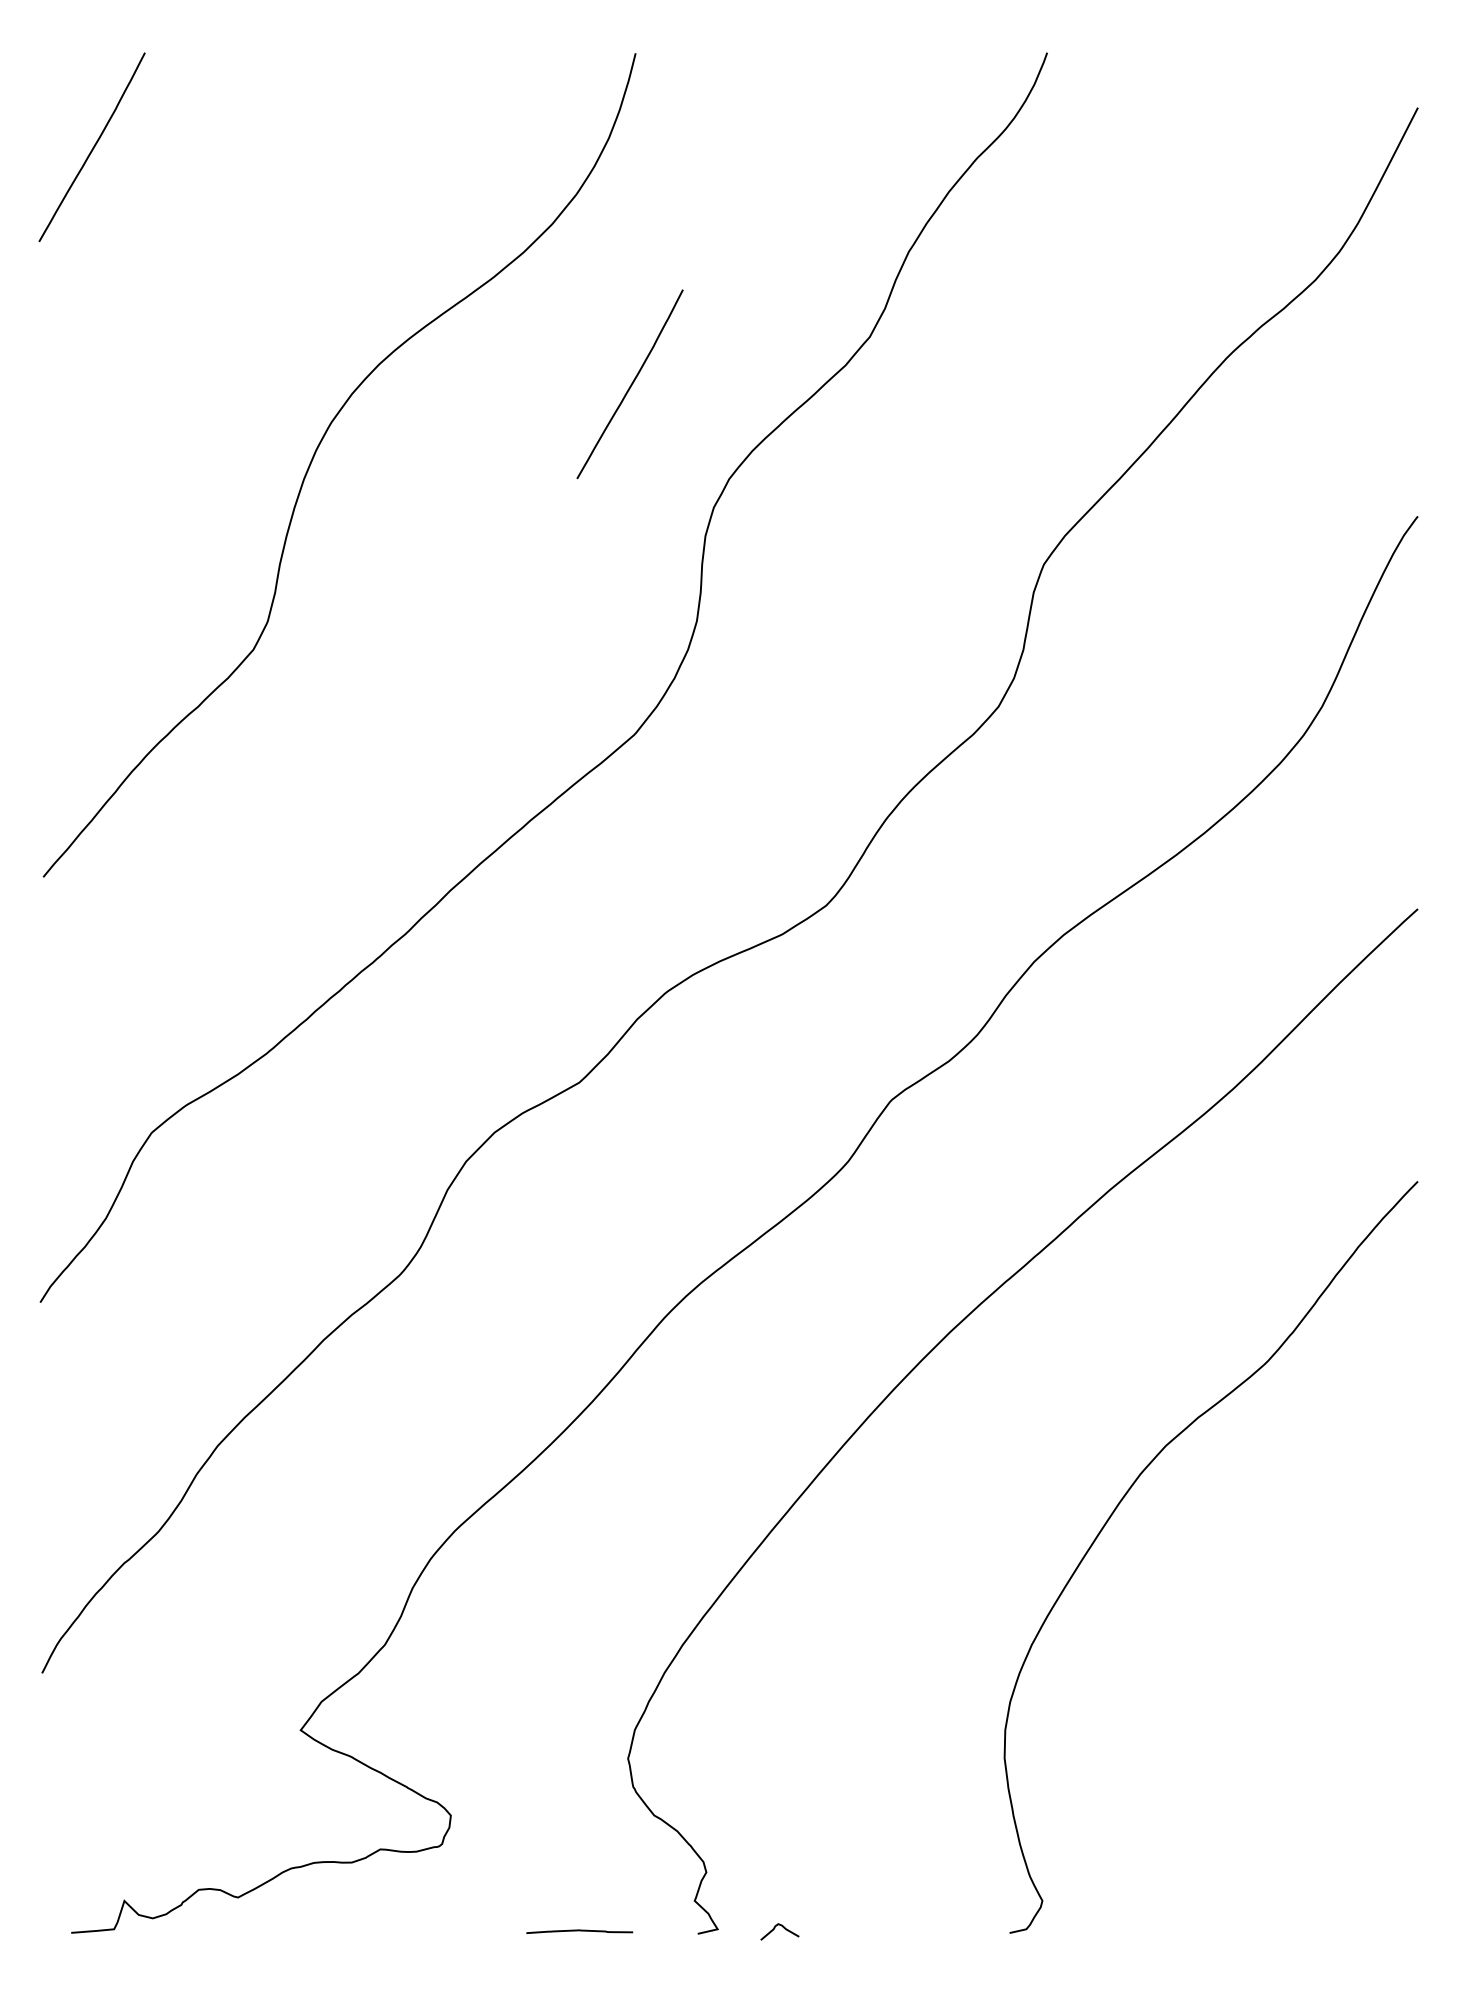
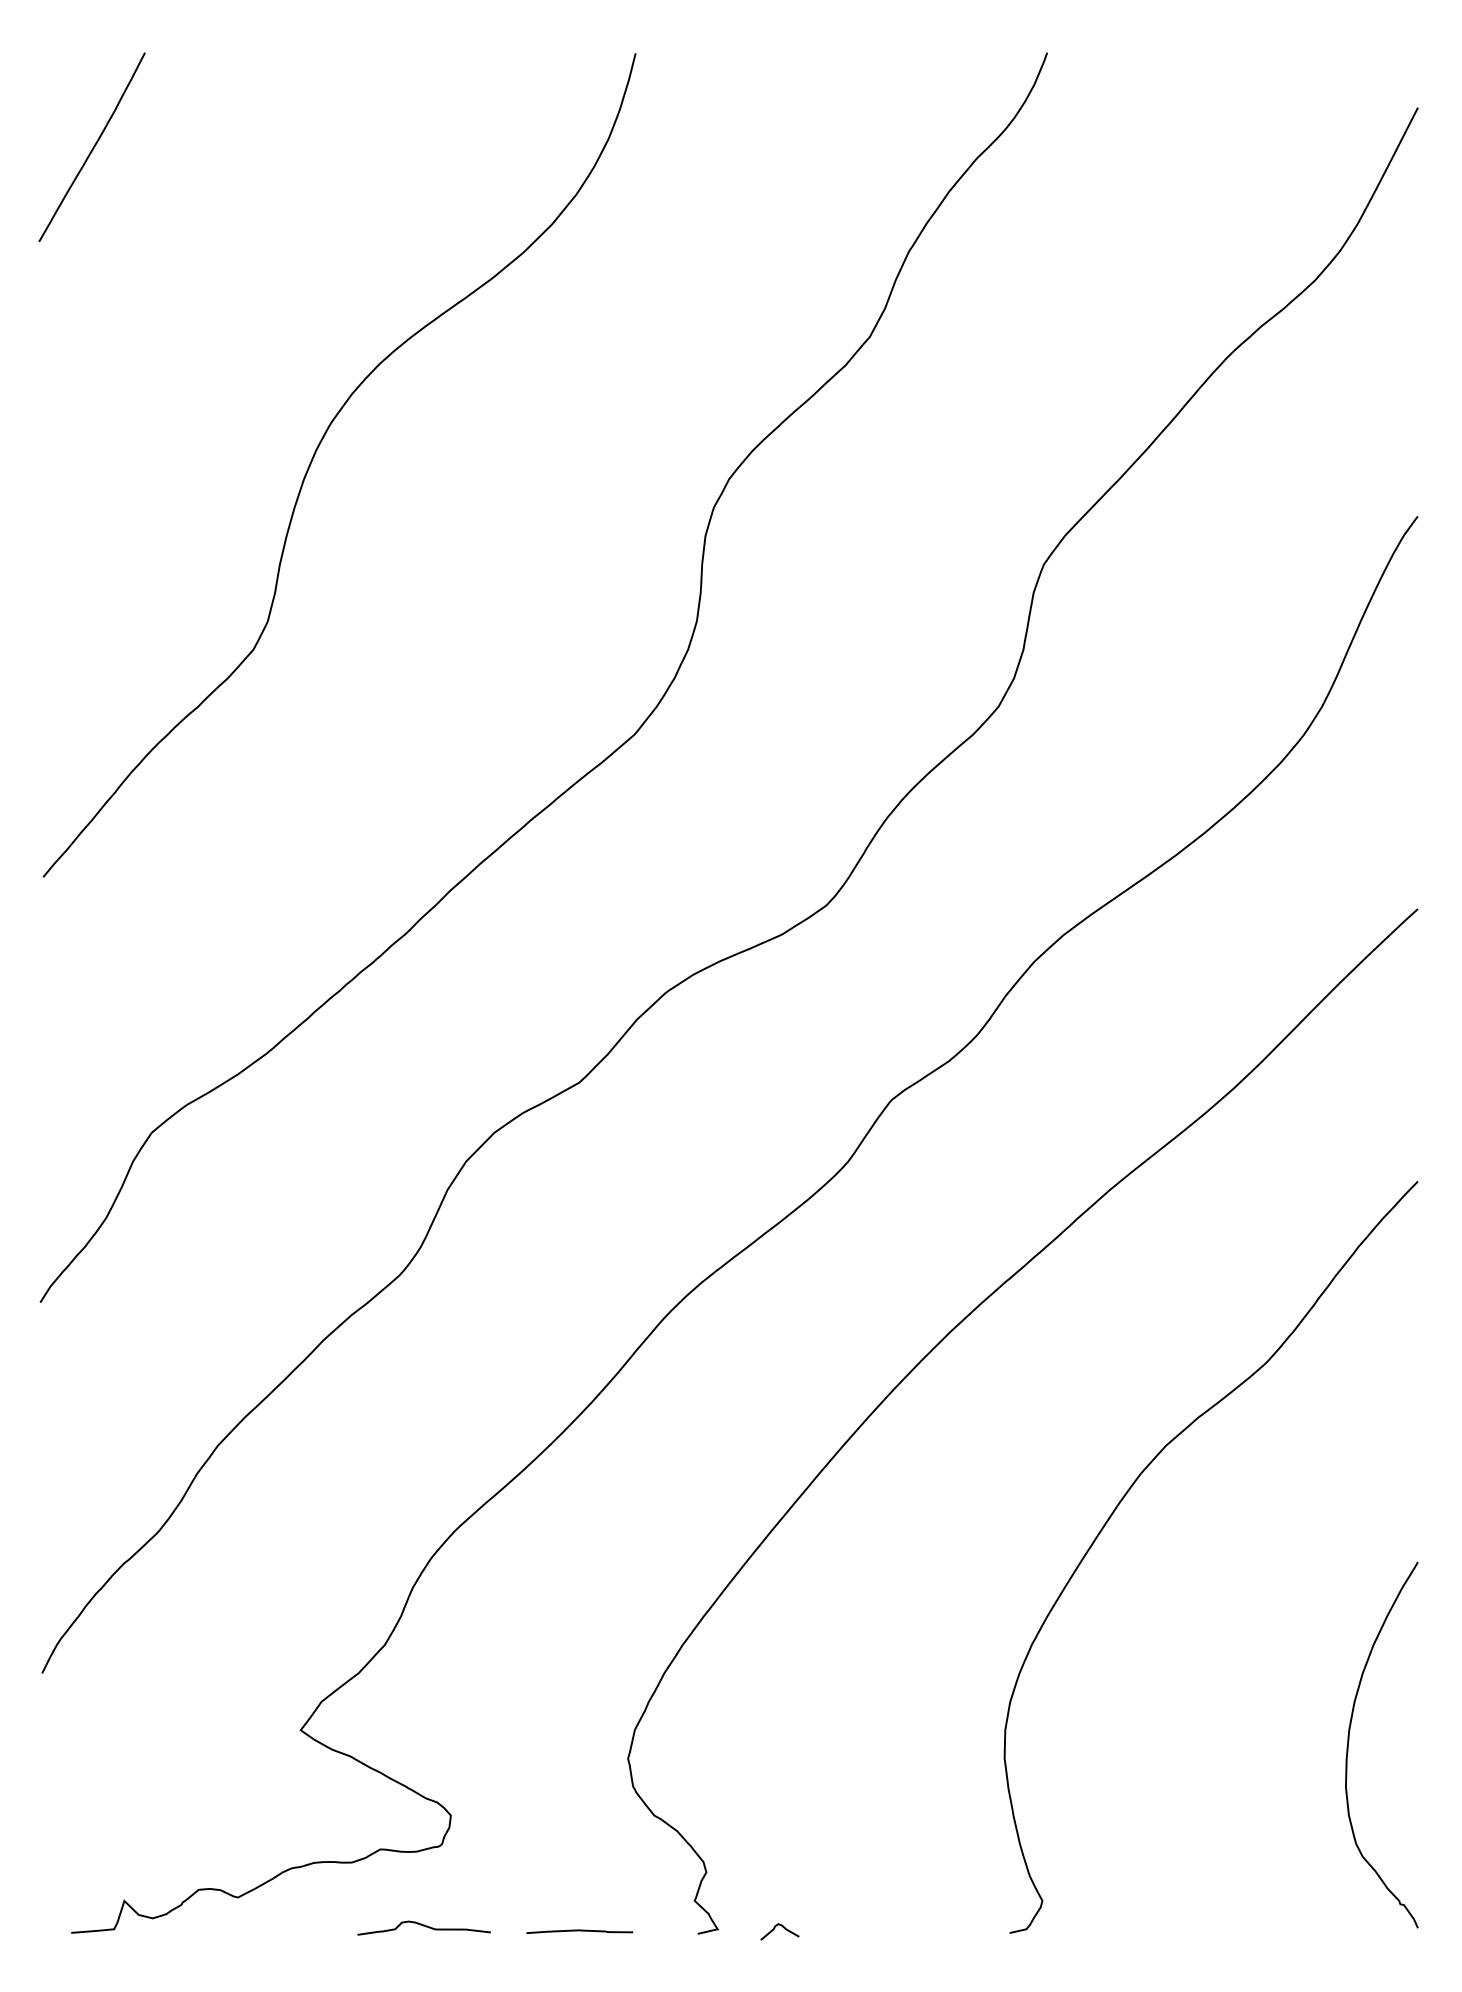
curve at (630, 384): present -> none
curve at (1349, 1741): none -> present
curve at (423, 1926): none -> present
